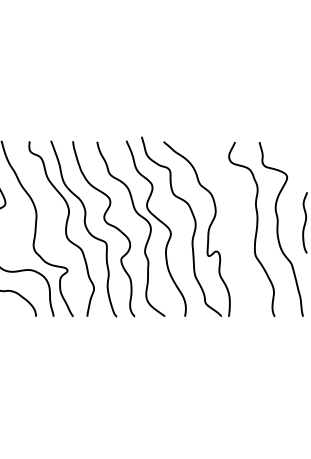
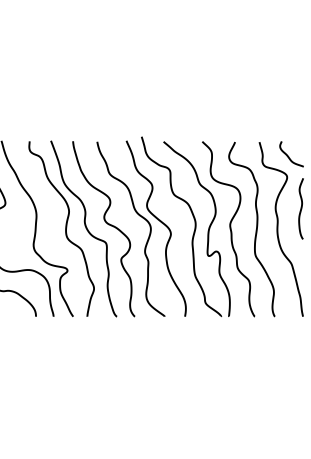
curve at (289, 156): none -> present
curve at (304, 222) position: (304, 222) -> (300, 208)
curve at (229, 229): none -> present
